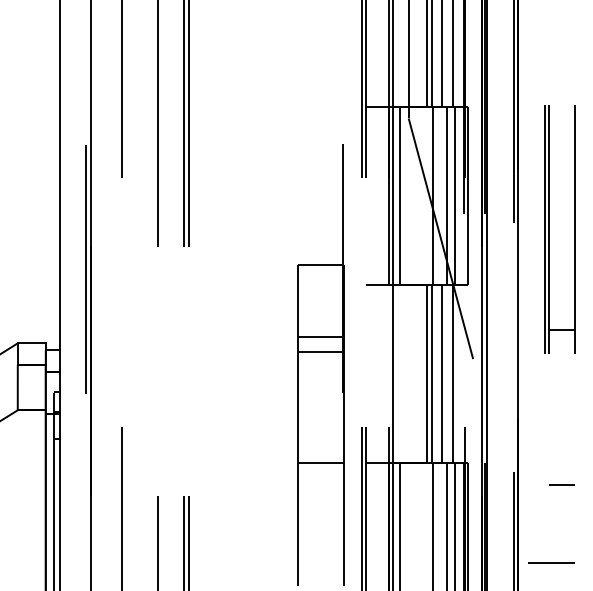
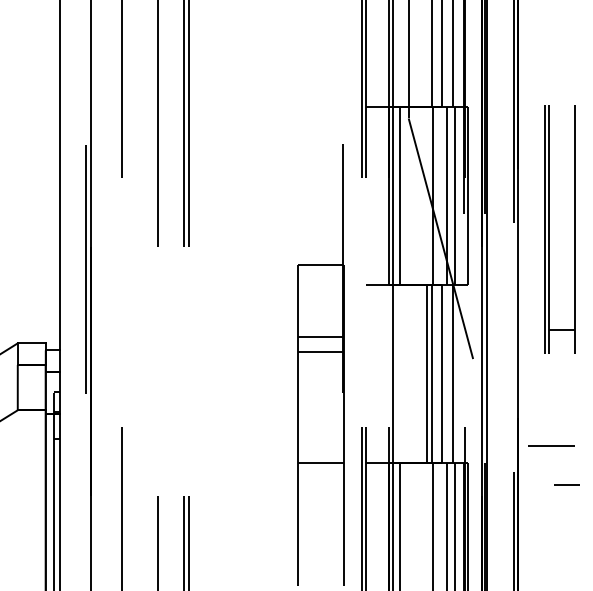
line at (426, 54): present -> none
line at (561, 484) position: (561, 484) -> (566, 484)
line at (551, 562) position: (551, 562) -> (551, 445)
